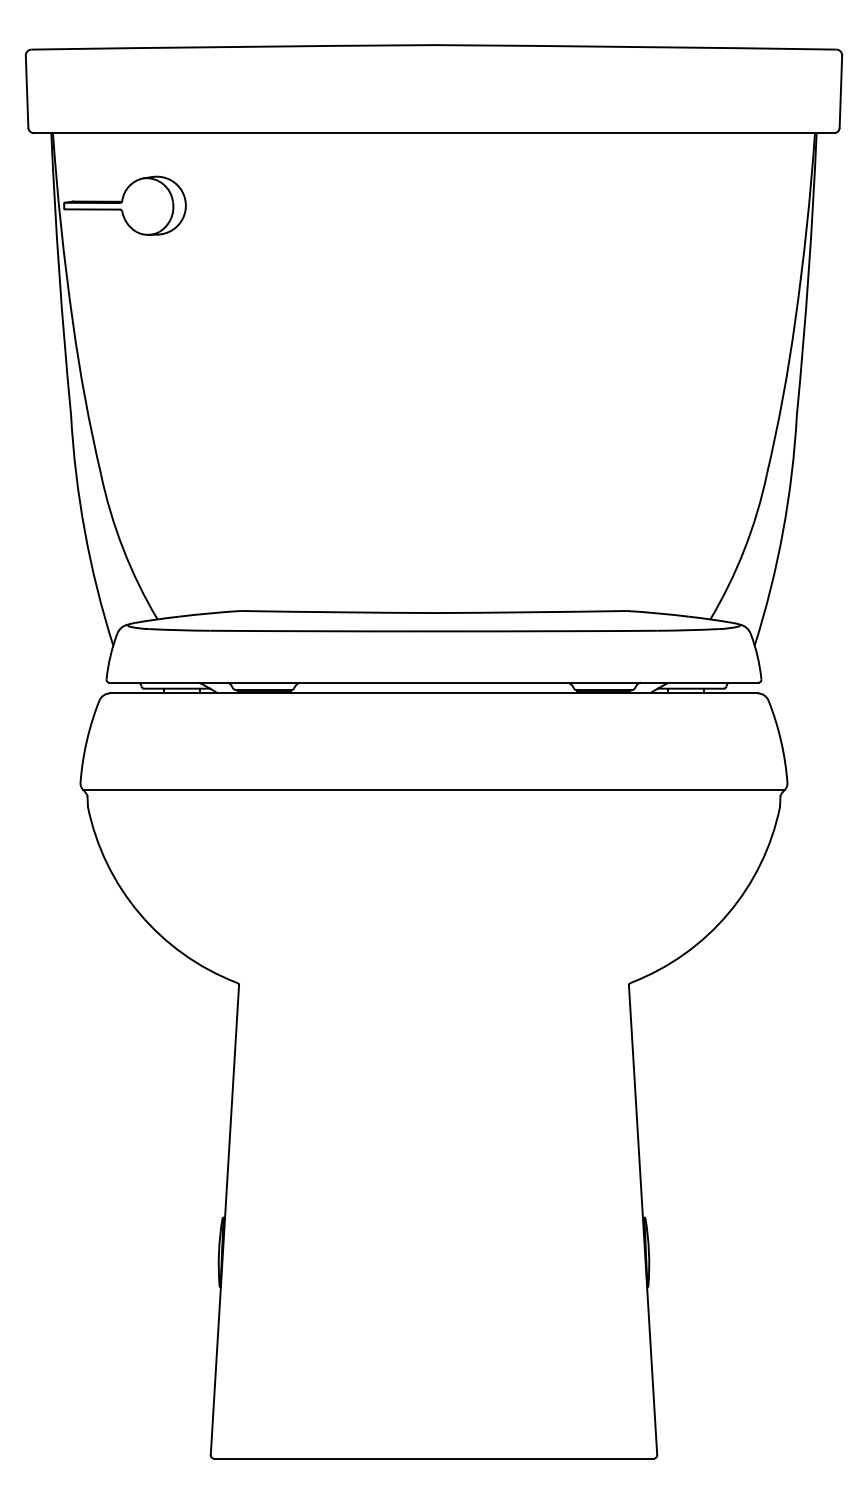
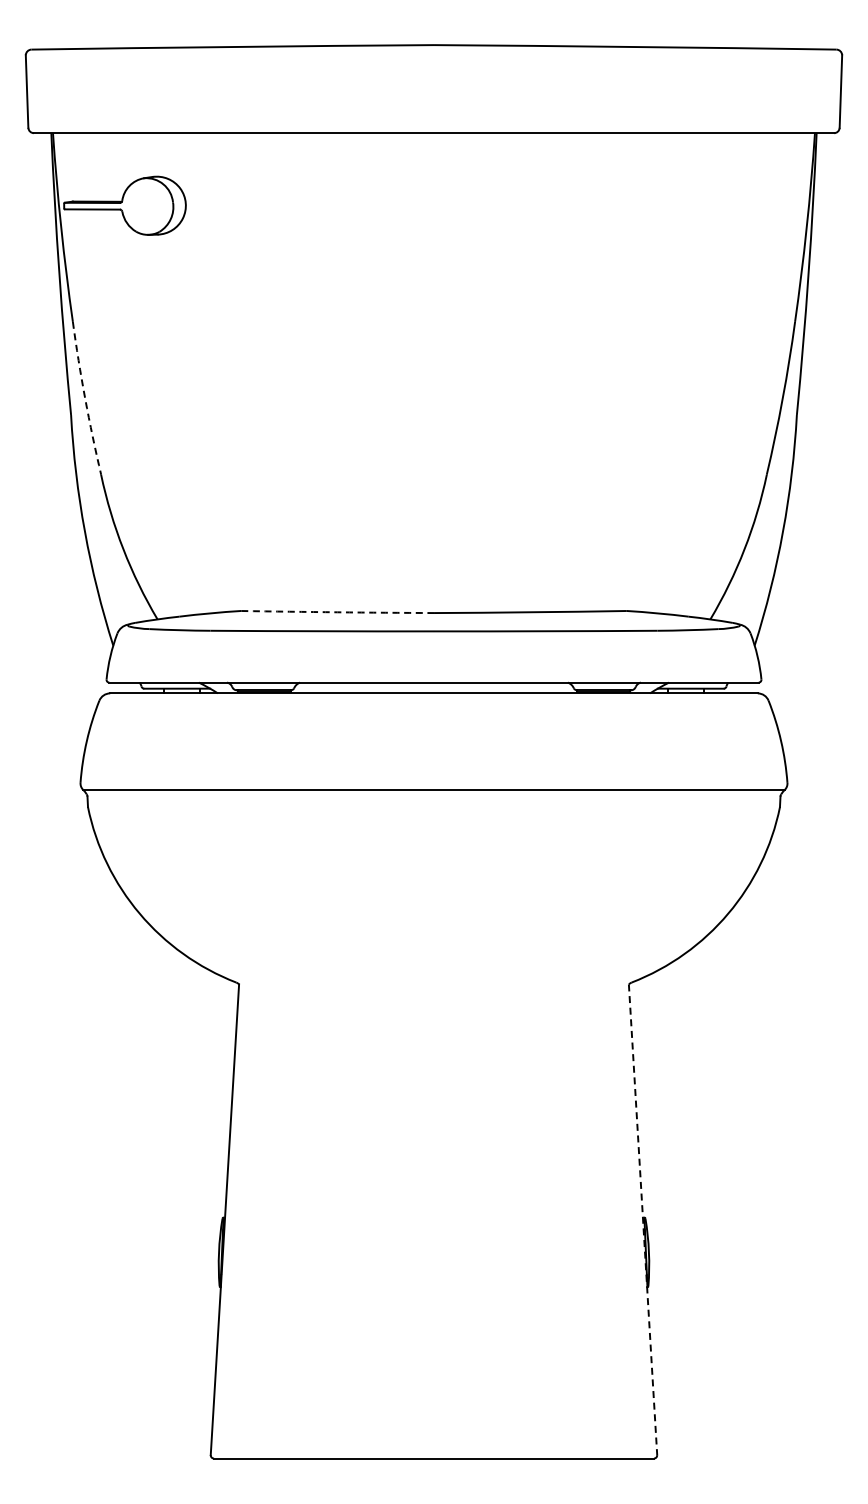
arc at (85, 398): solid -> dashed
arc at (337, 612): solid -> dashed
line at (643, 1219): solid -> dashed
